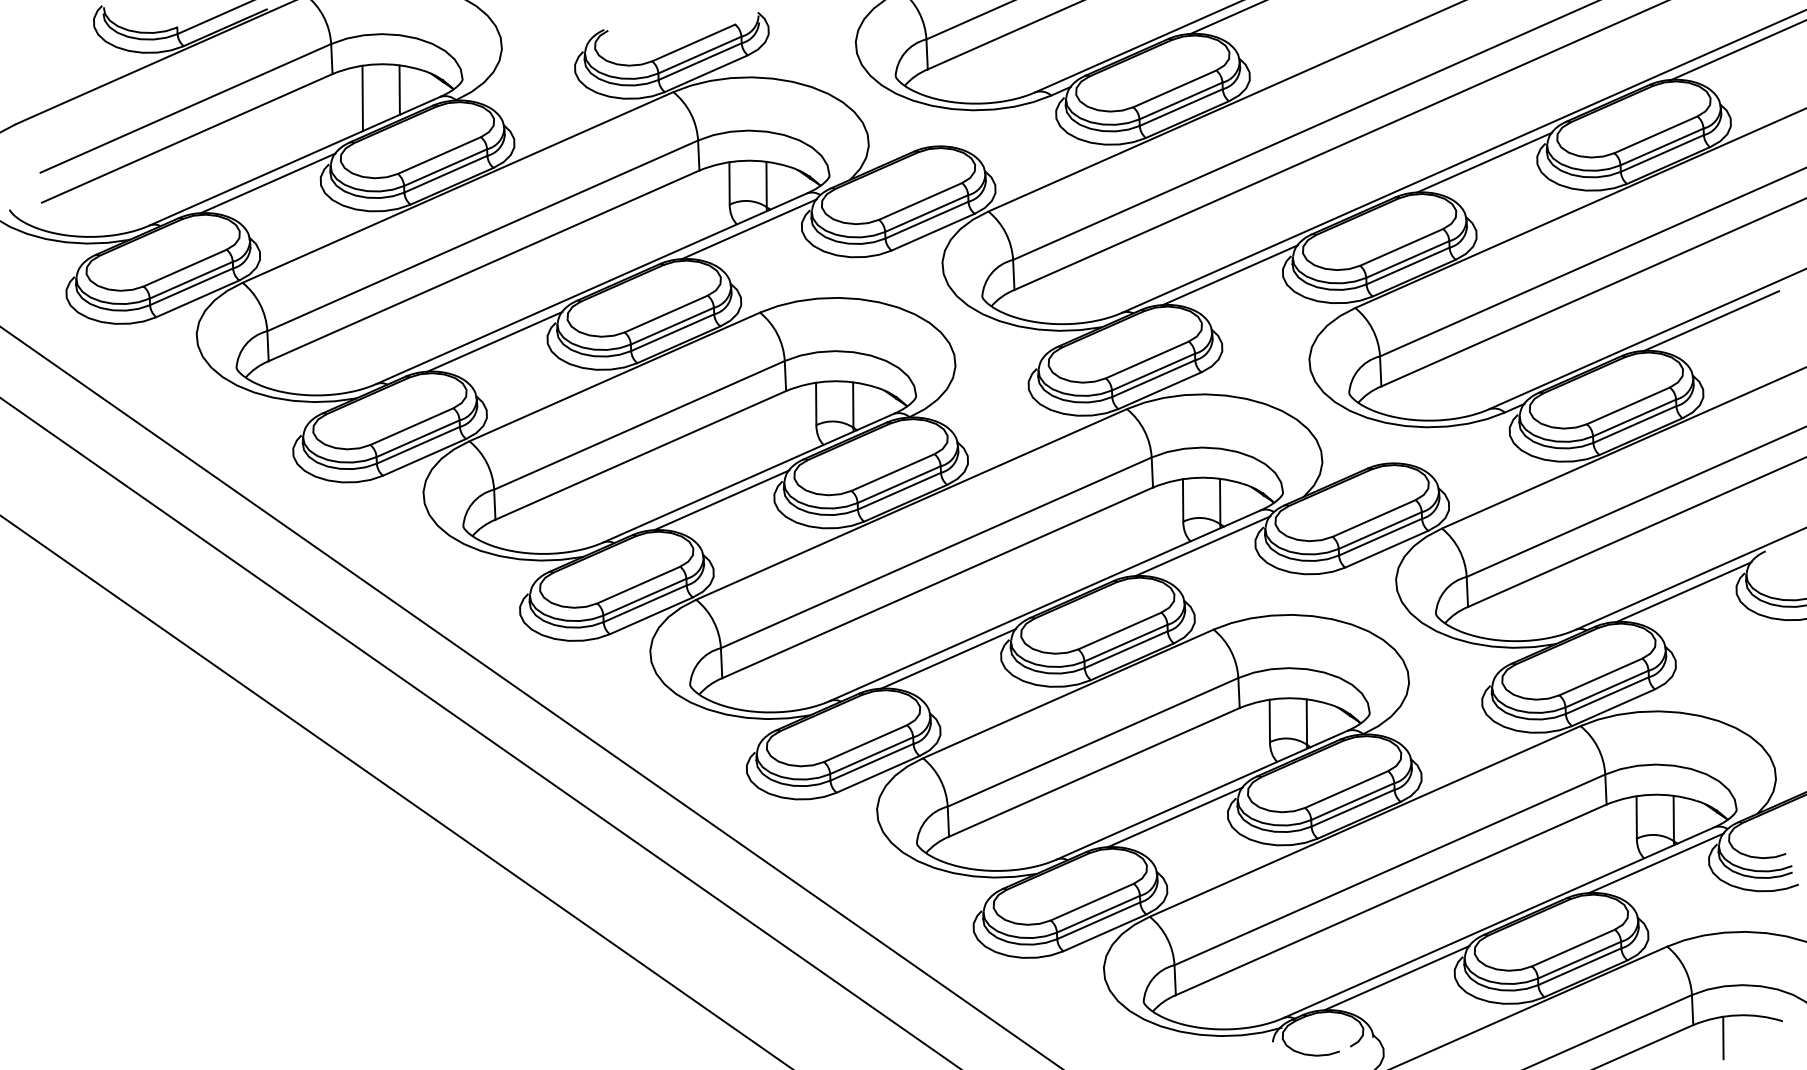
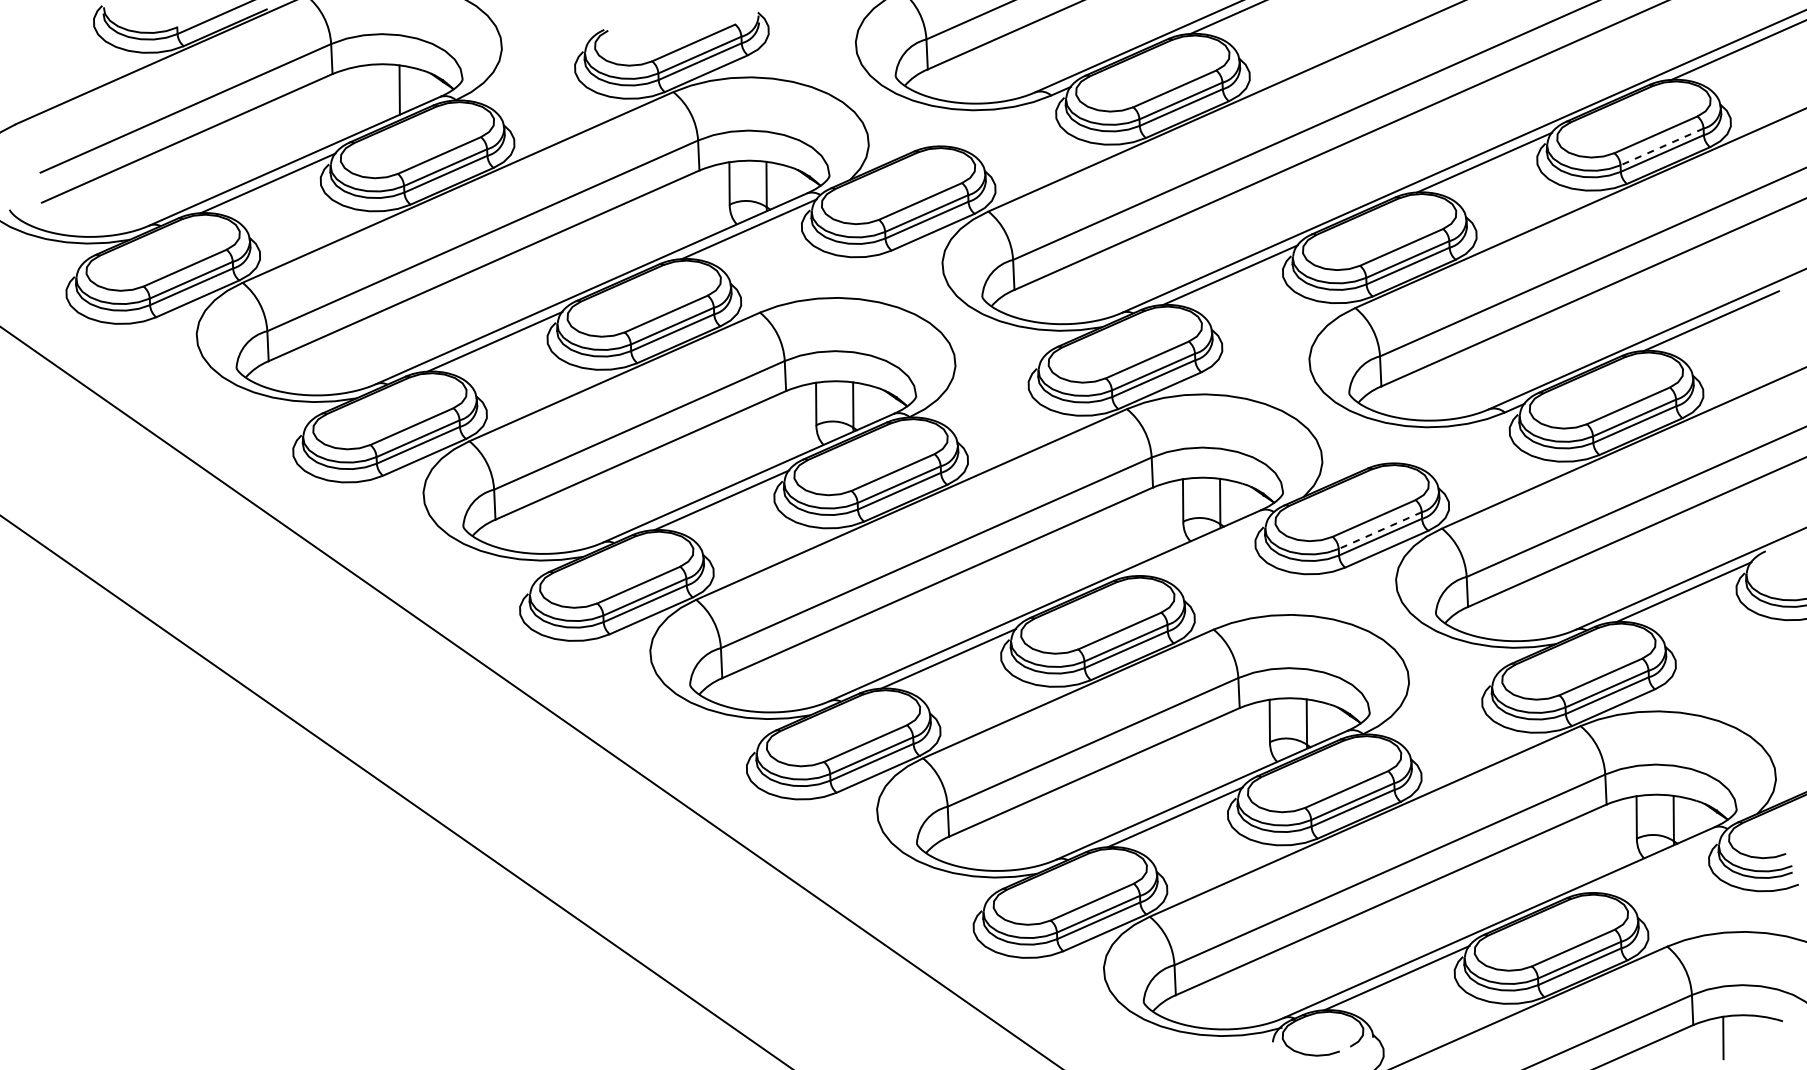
line at (362, 98): present -> none
line at (1661, 147): solid -> dashed
line at (1379, 530): solid -> dashed
line at (1202, 546): present -> none
line at (479, 732): present -> none
line at (1655, 863): present -> none
